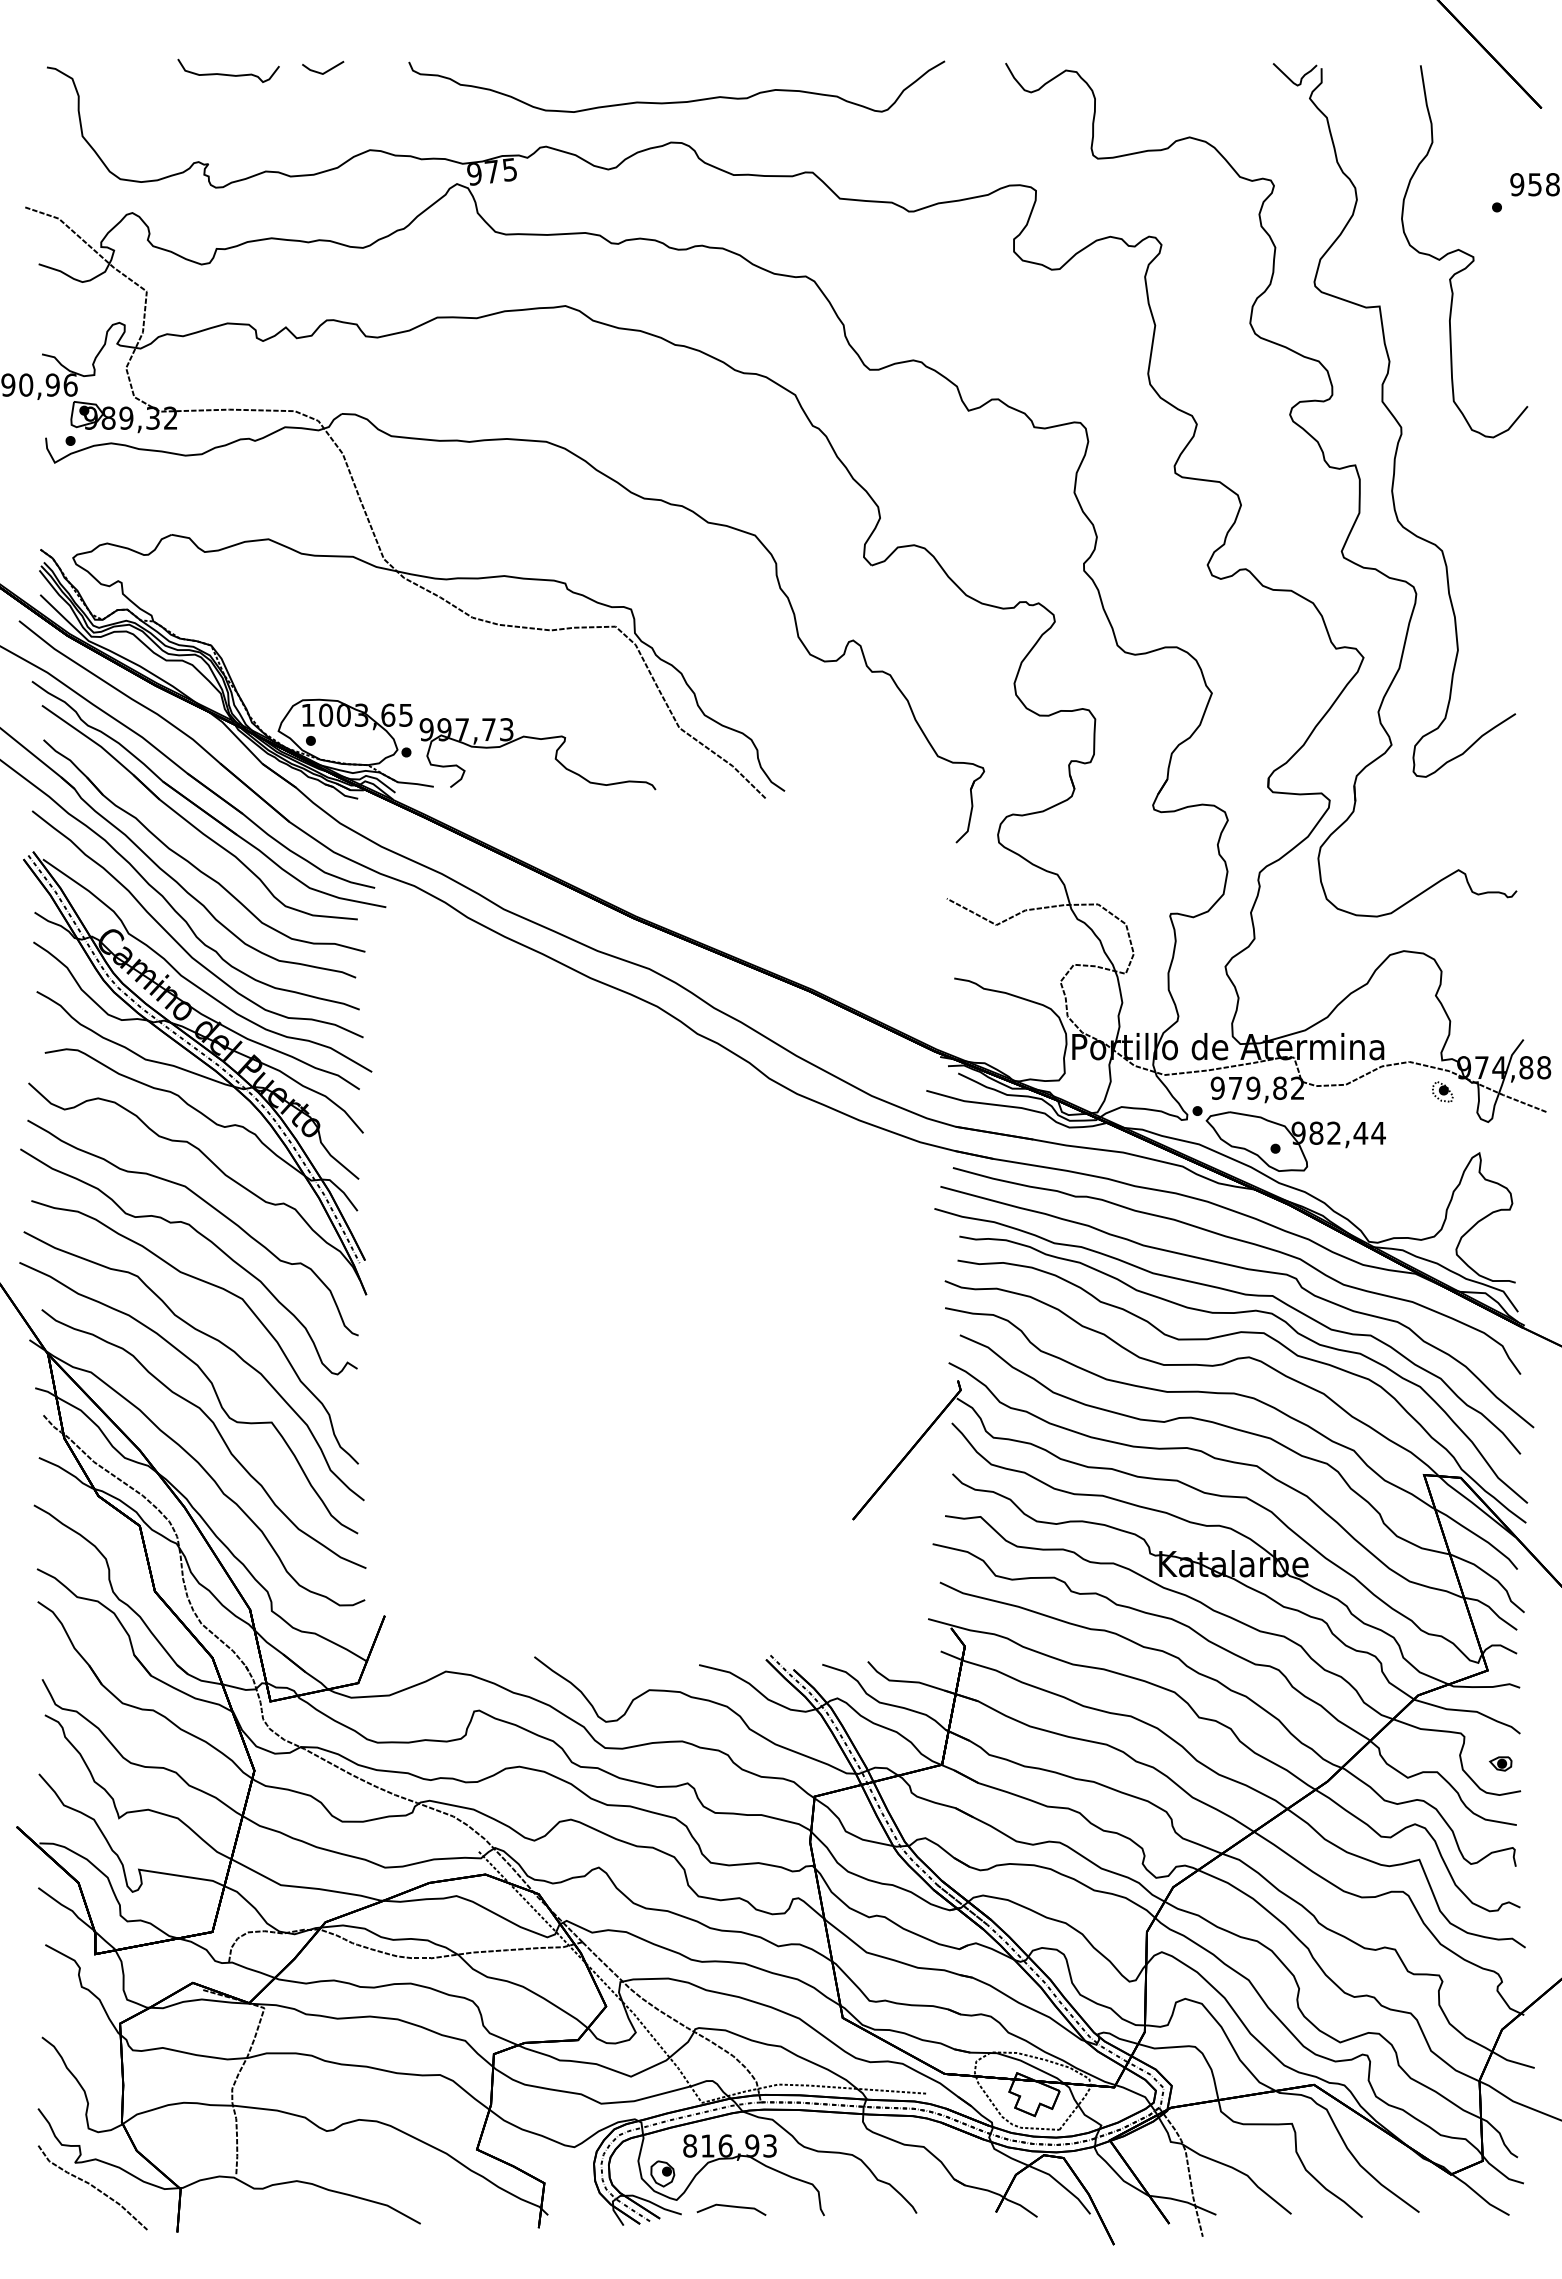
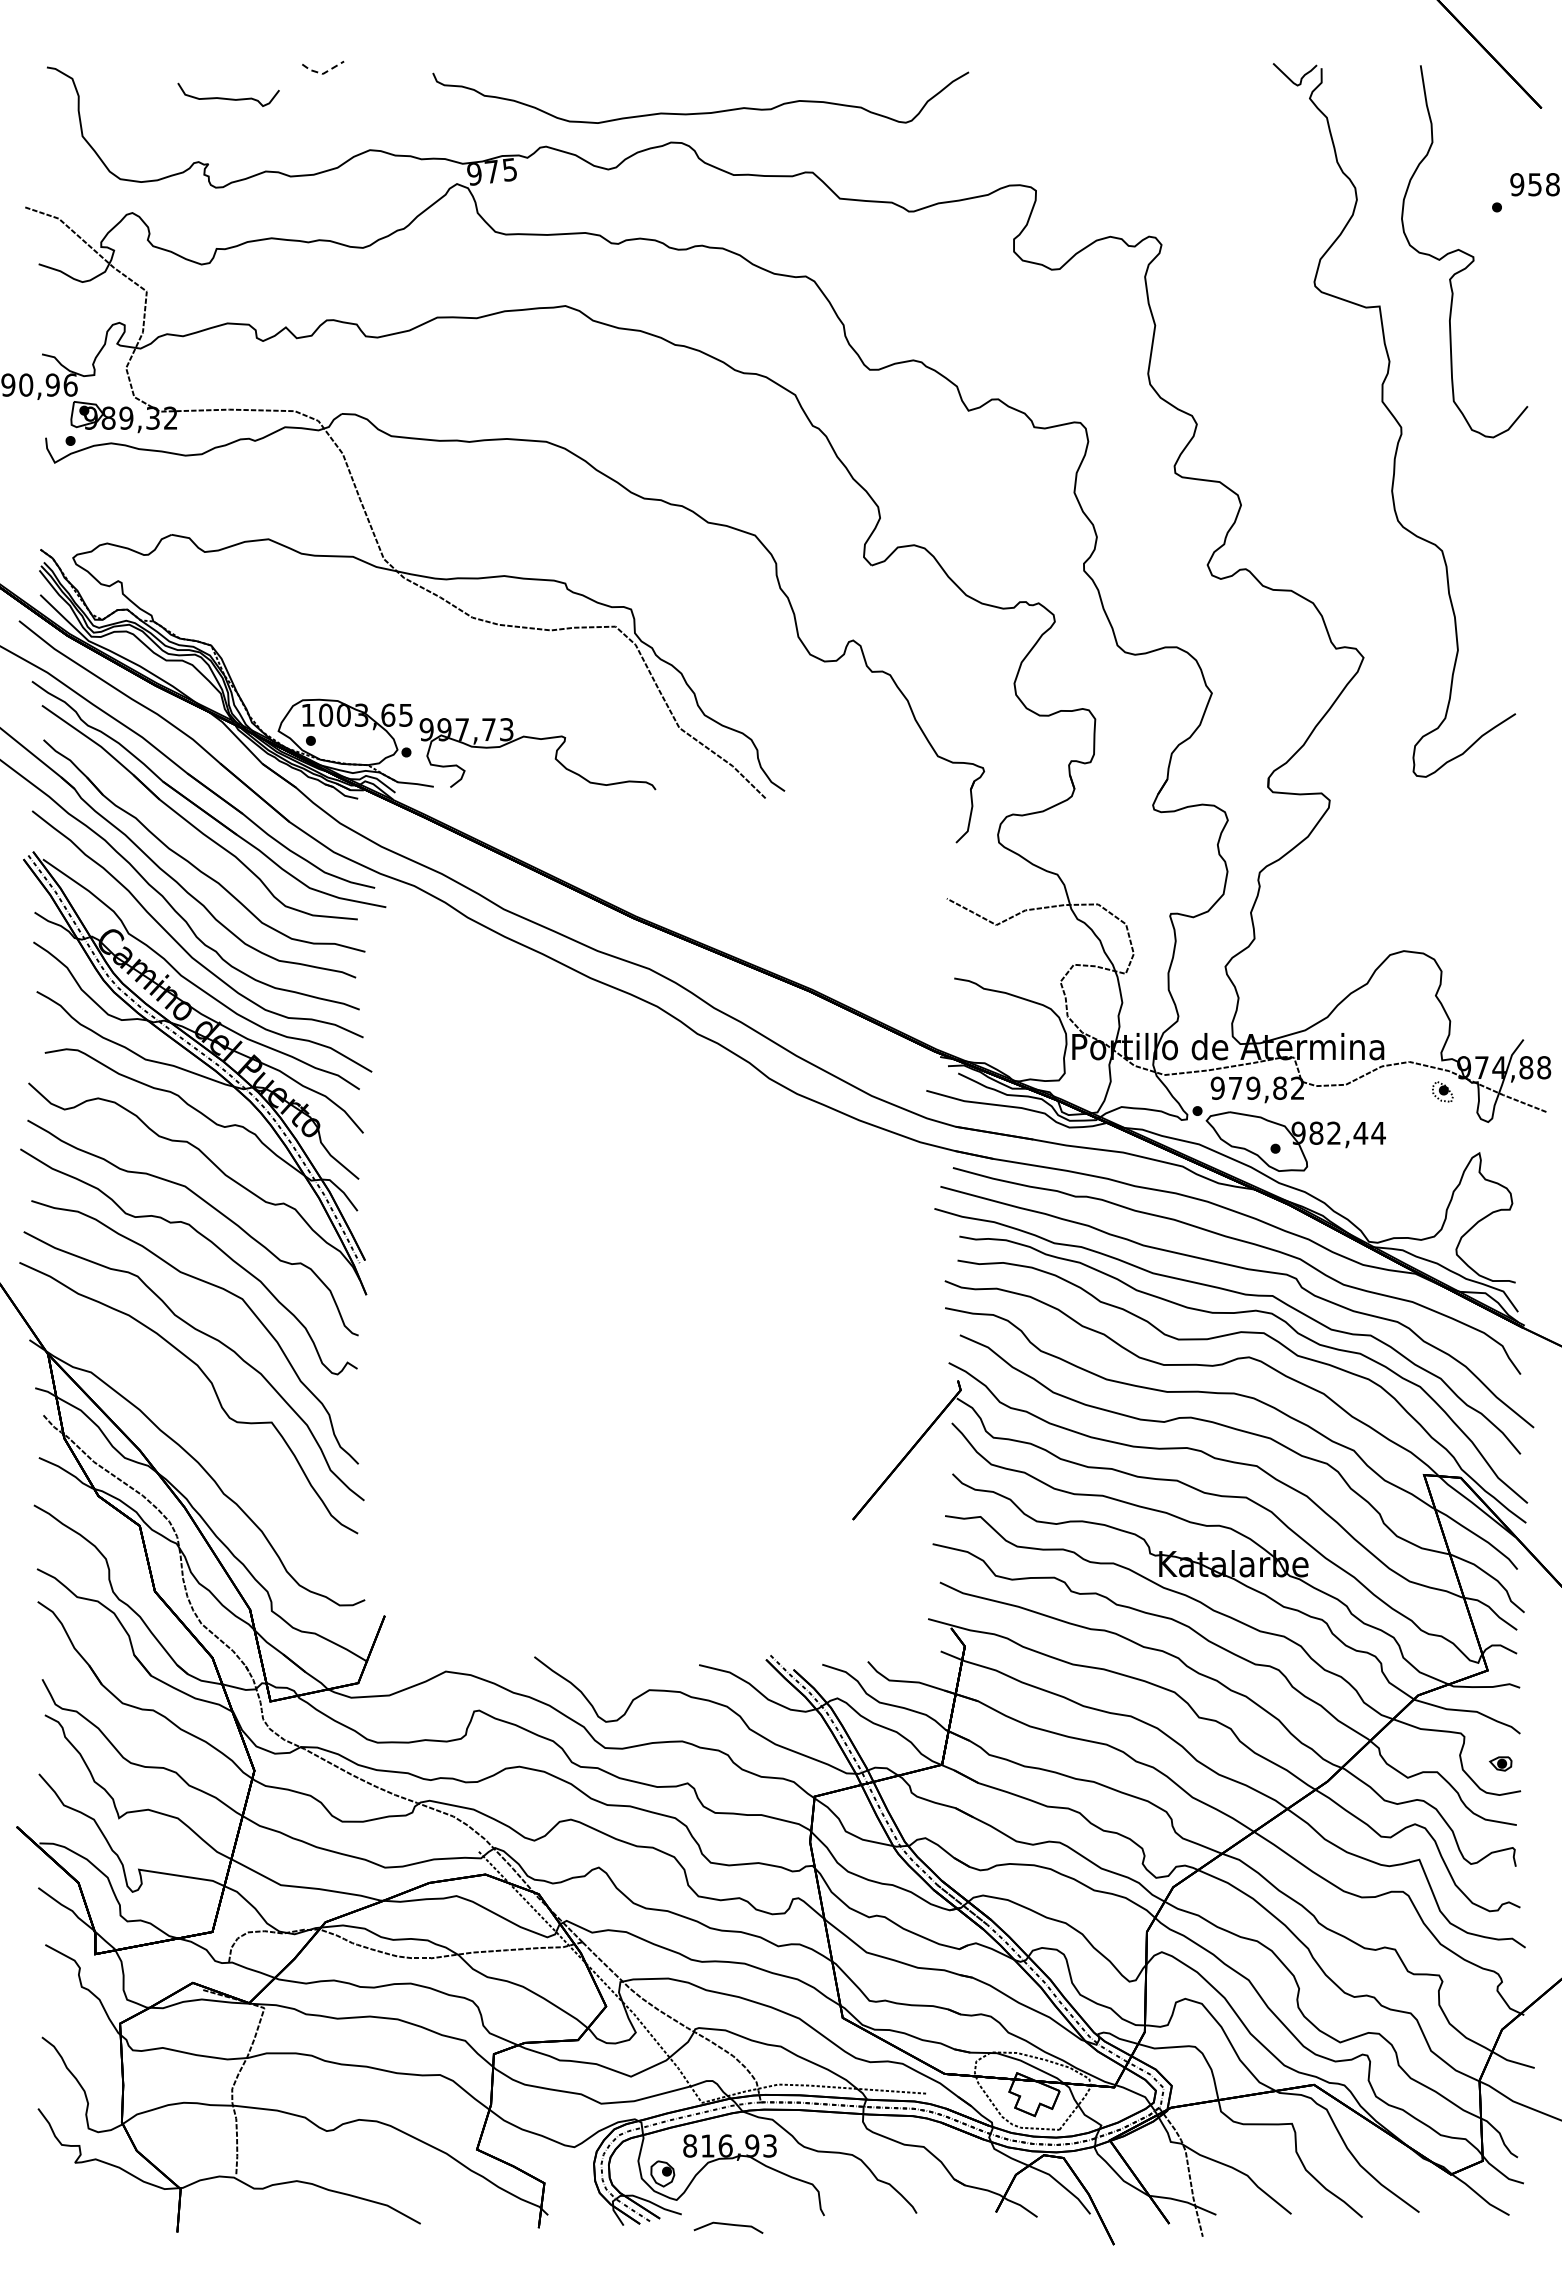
curve at (228, 74) position: (228, 74) -> (228, 98)
line at (322, 74): solid -> dashed
curve at (676, 101) position: (676, 101) -> (700, 112)
part at (1323, 460): present -> none
curve at (217, 1432): present -> none
curve at (92, 2187): present -> none
line at (731, 2207) position: (731, 2207) -> (728, 2225)
